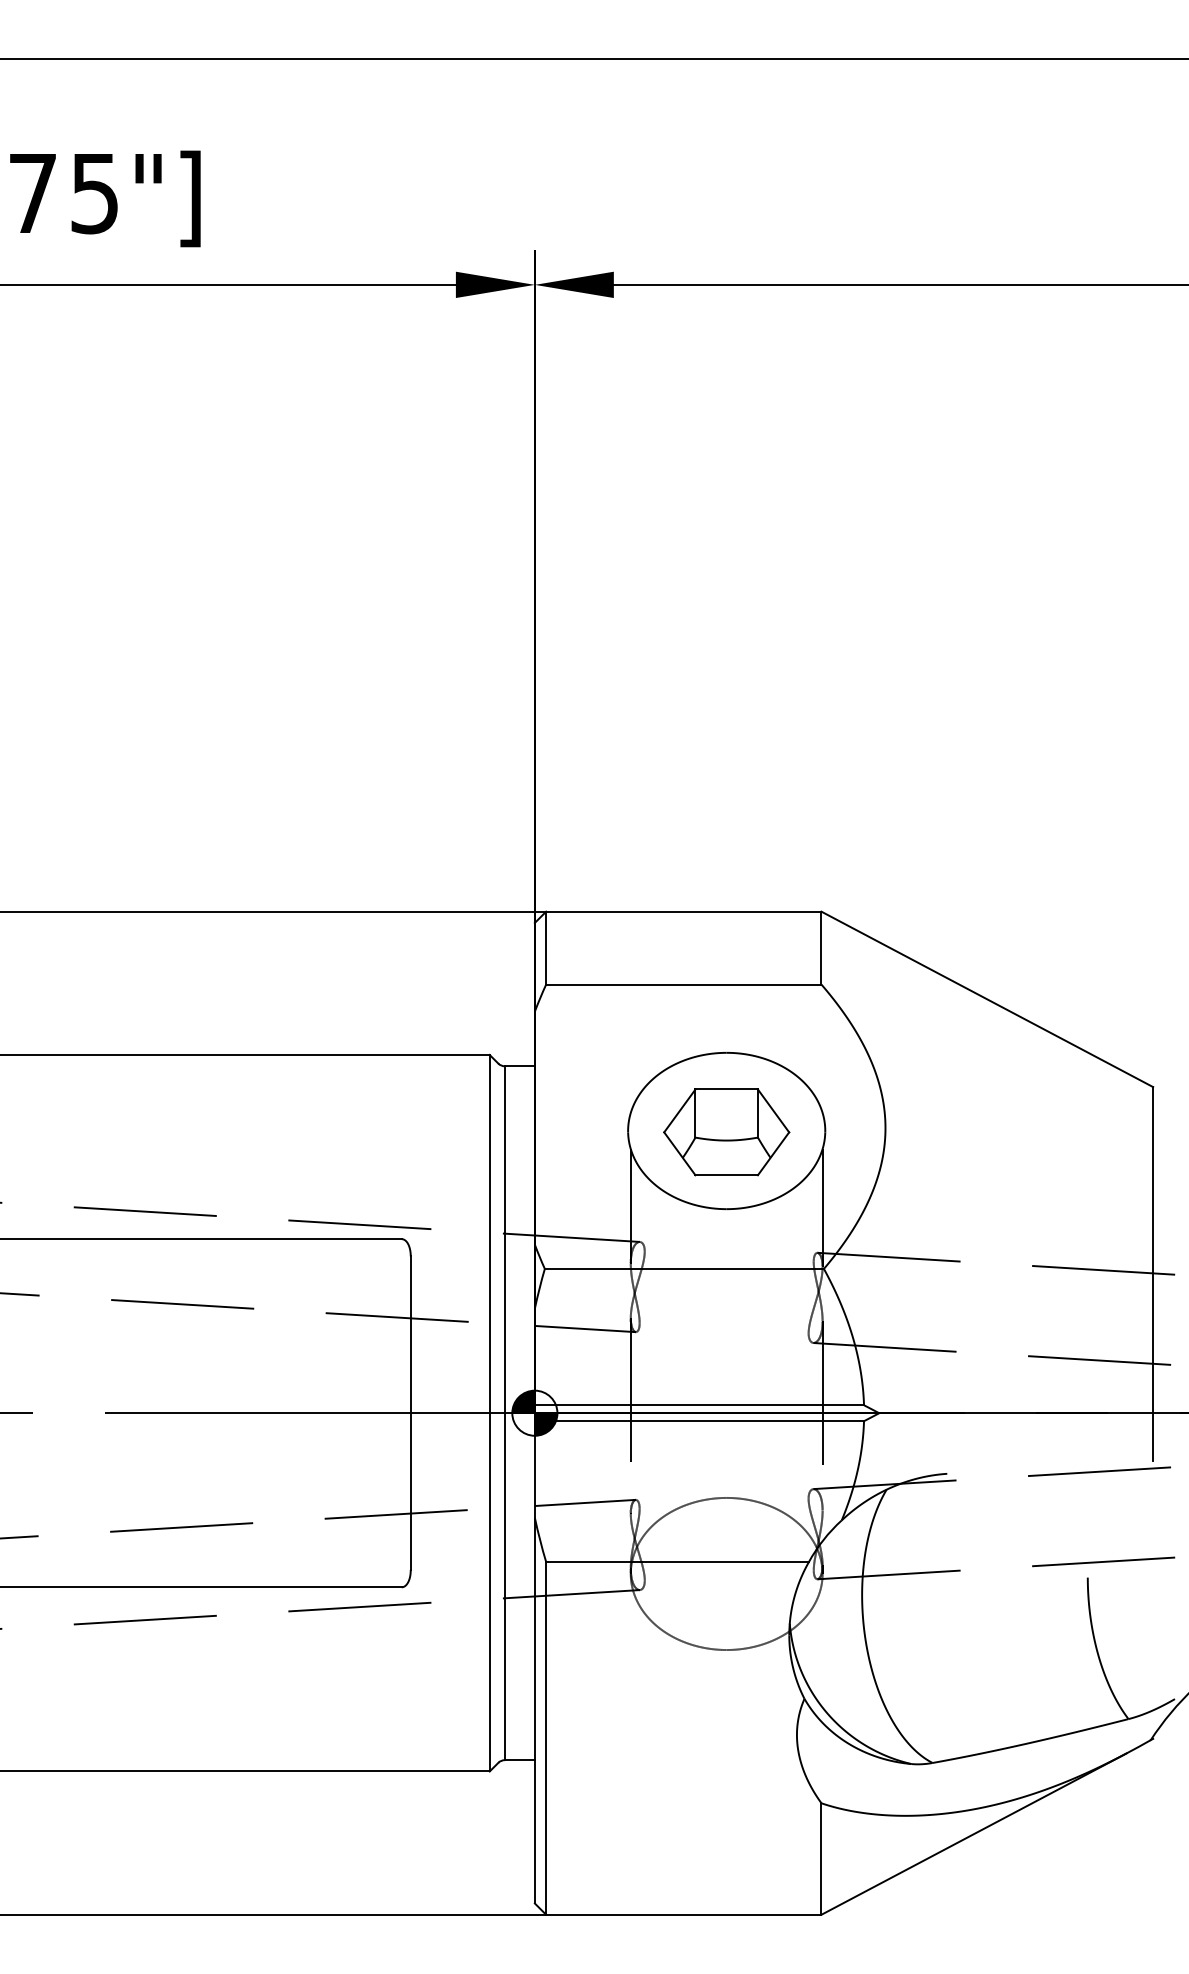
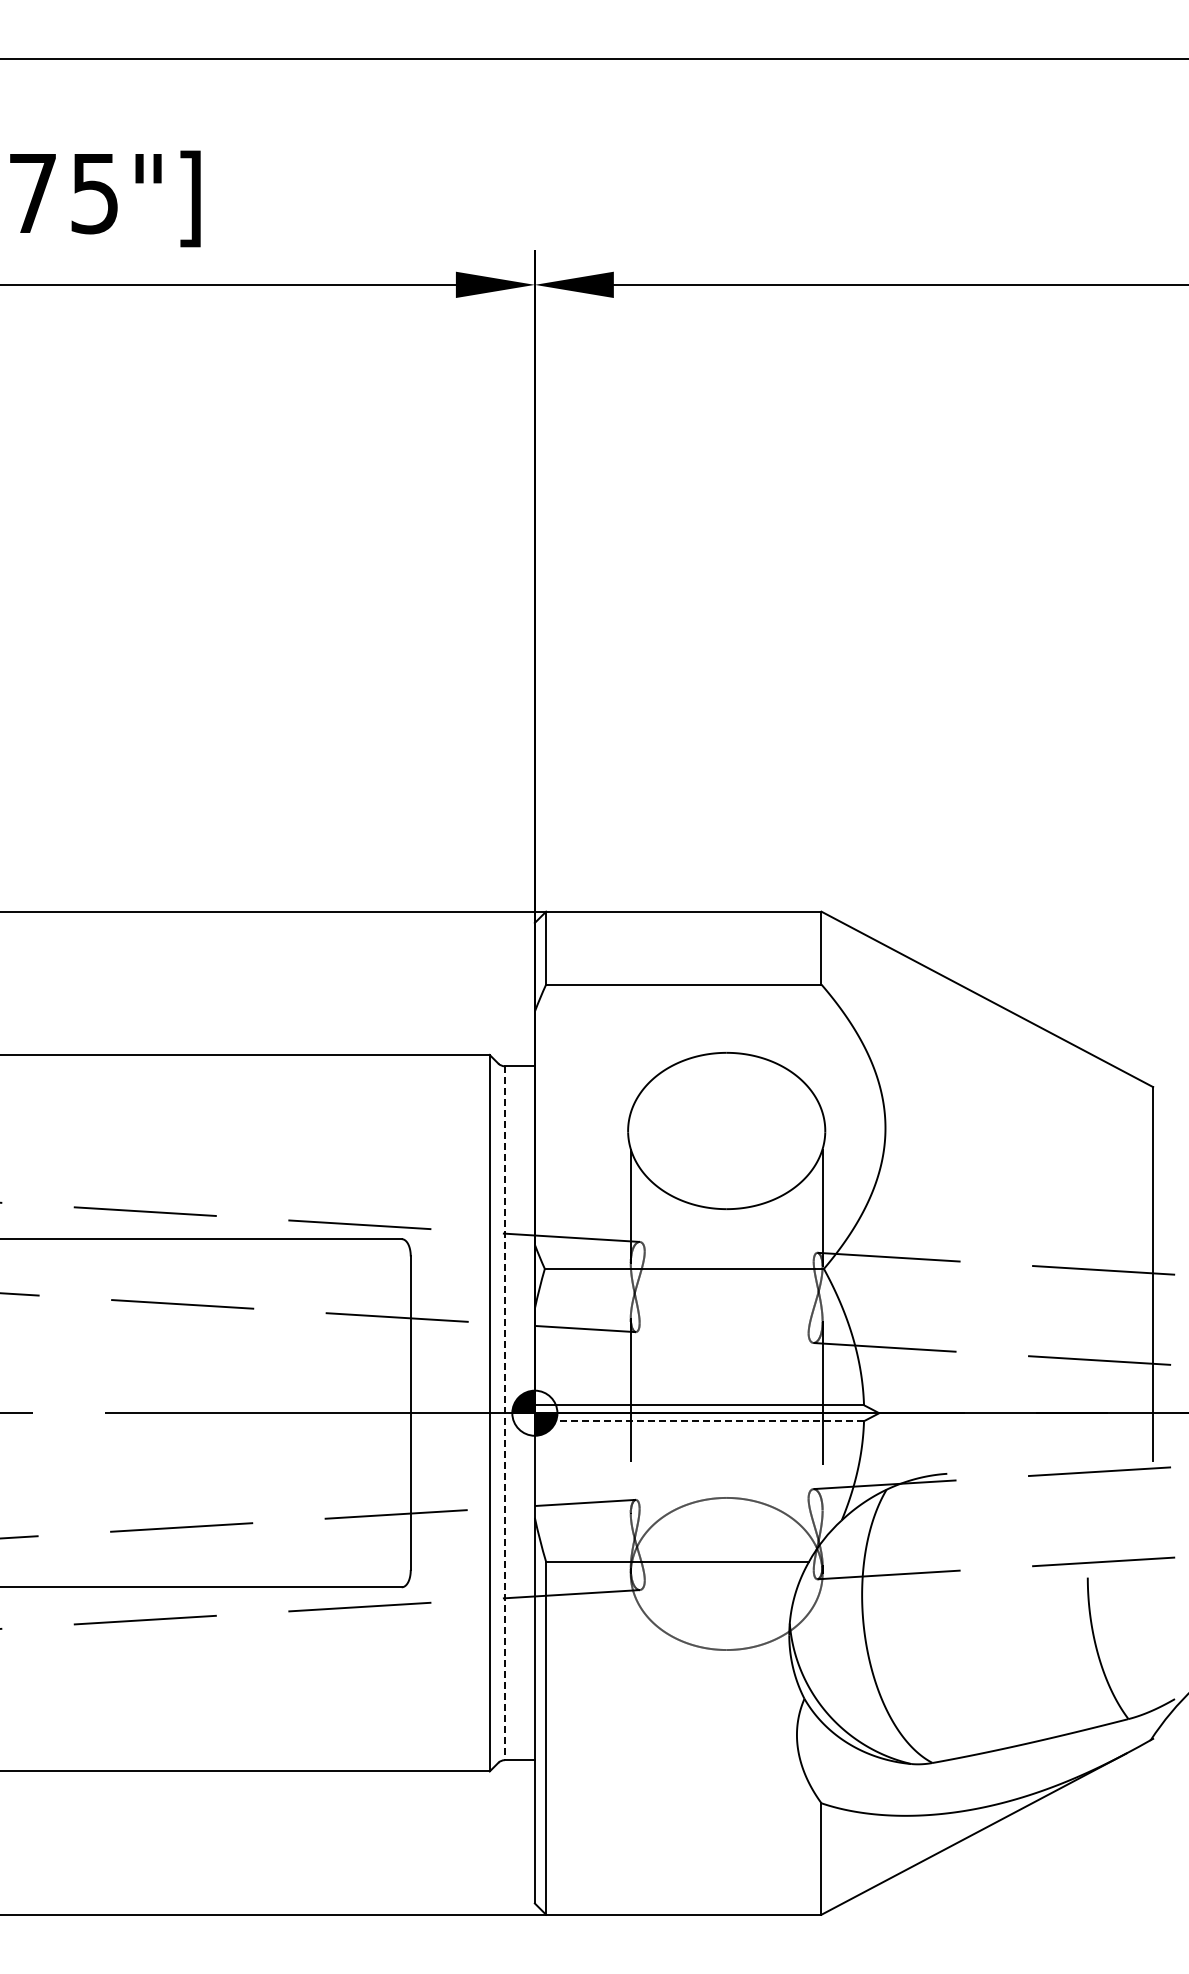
part at (726, 1132): present -> none
line at (504, 1413): solid -> dashed
line at (699, 1421): solid -> dashed
